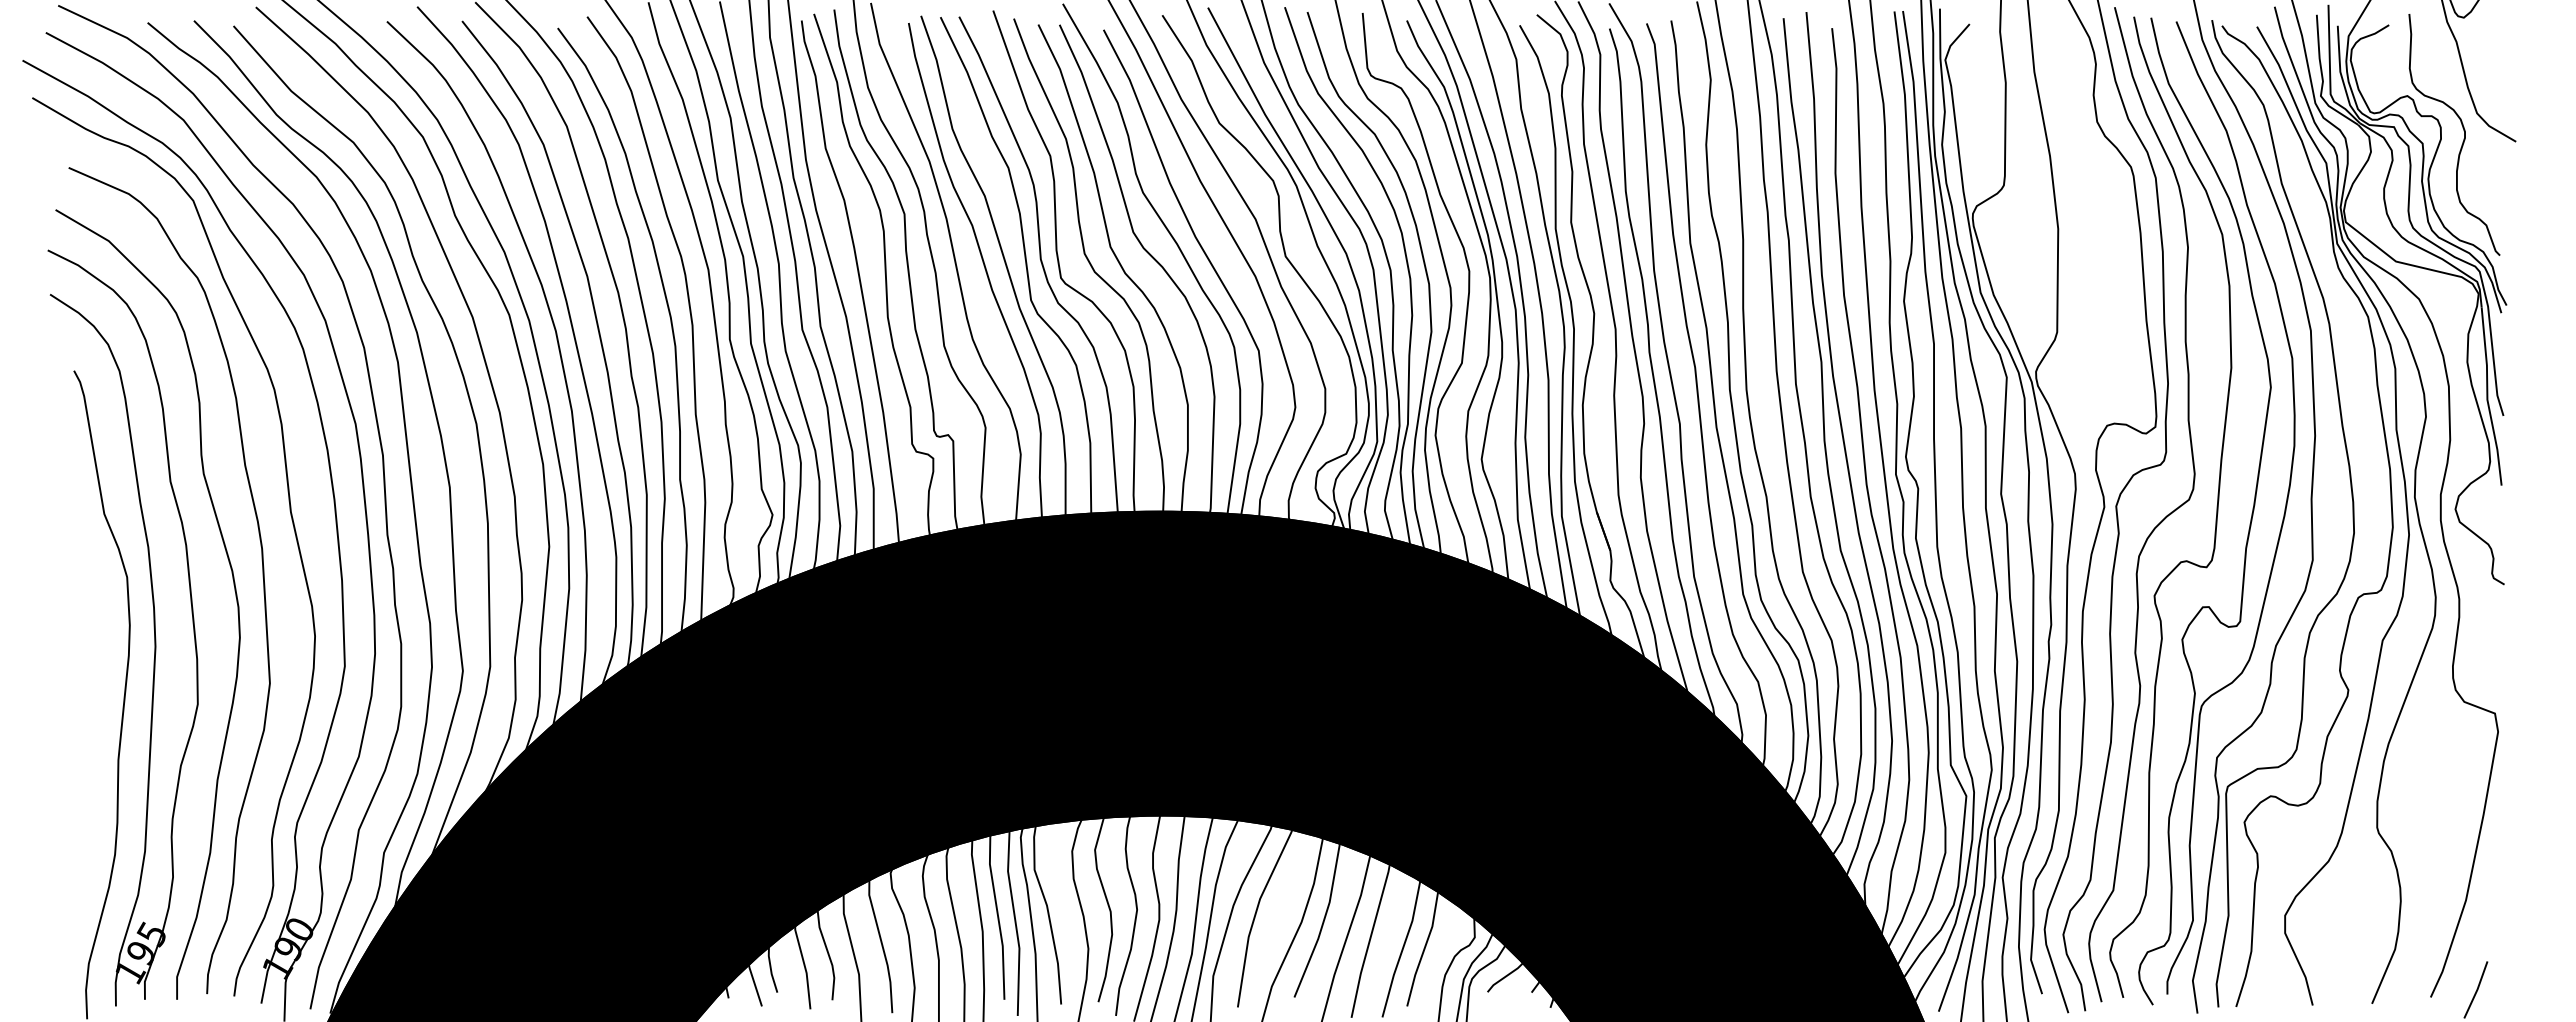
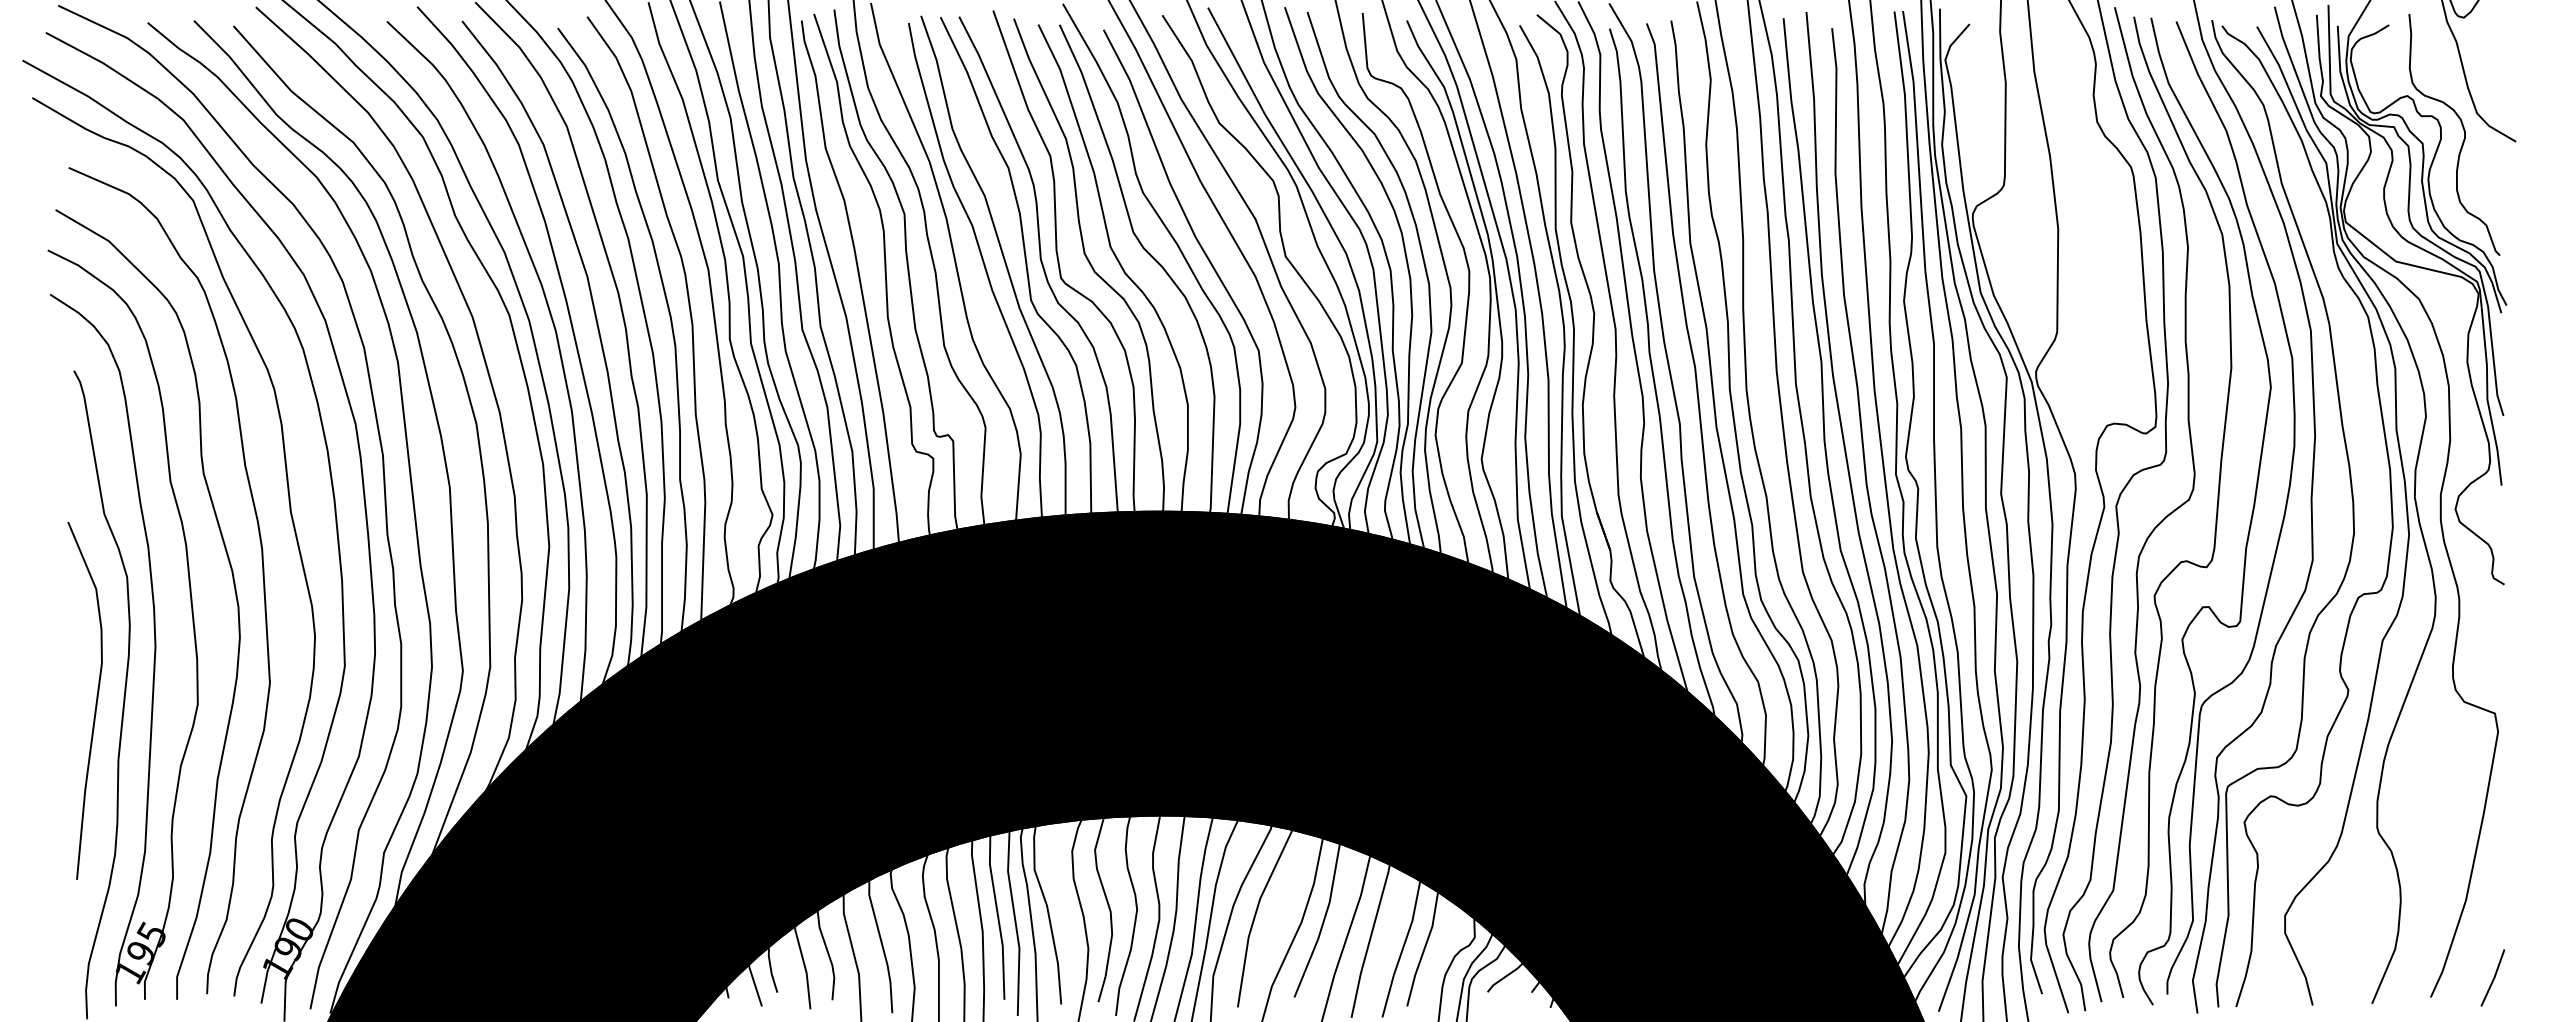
curve at (95, 702): none -> present
line at (2476, 989) position: (2476, 989) -> (2493, 977)
